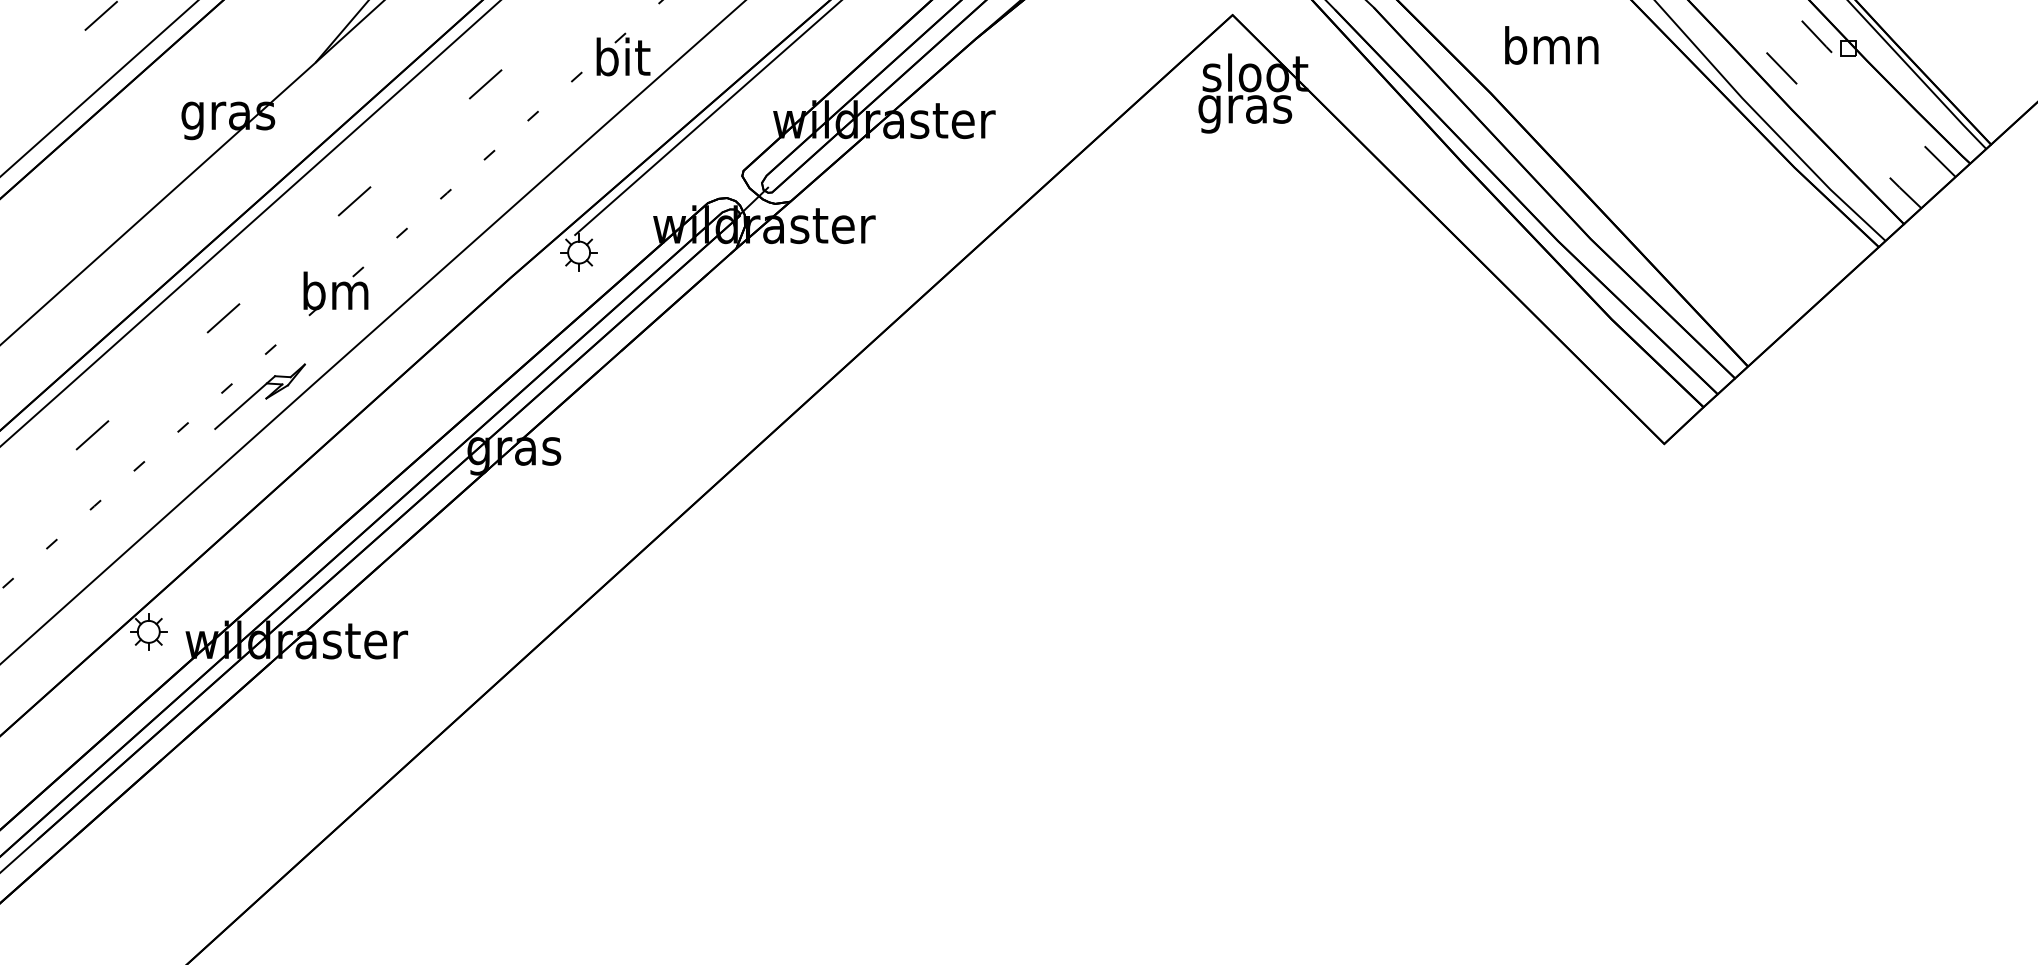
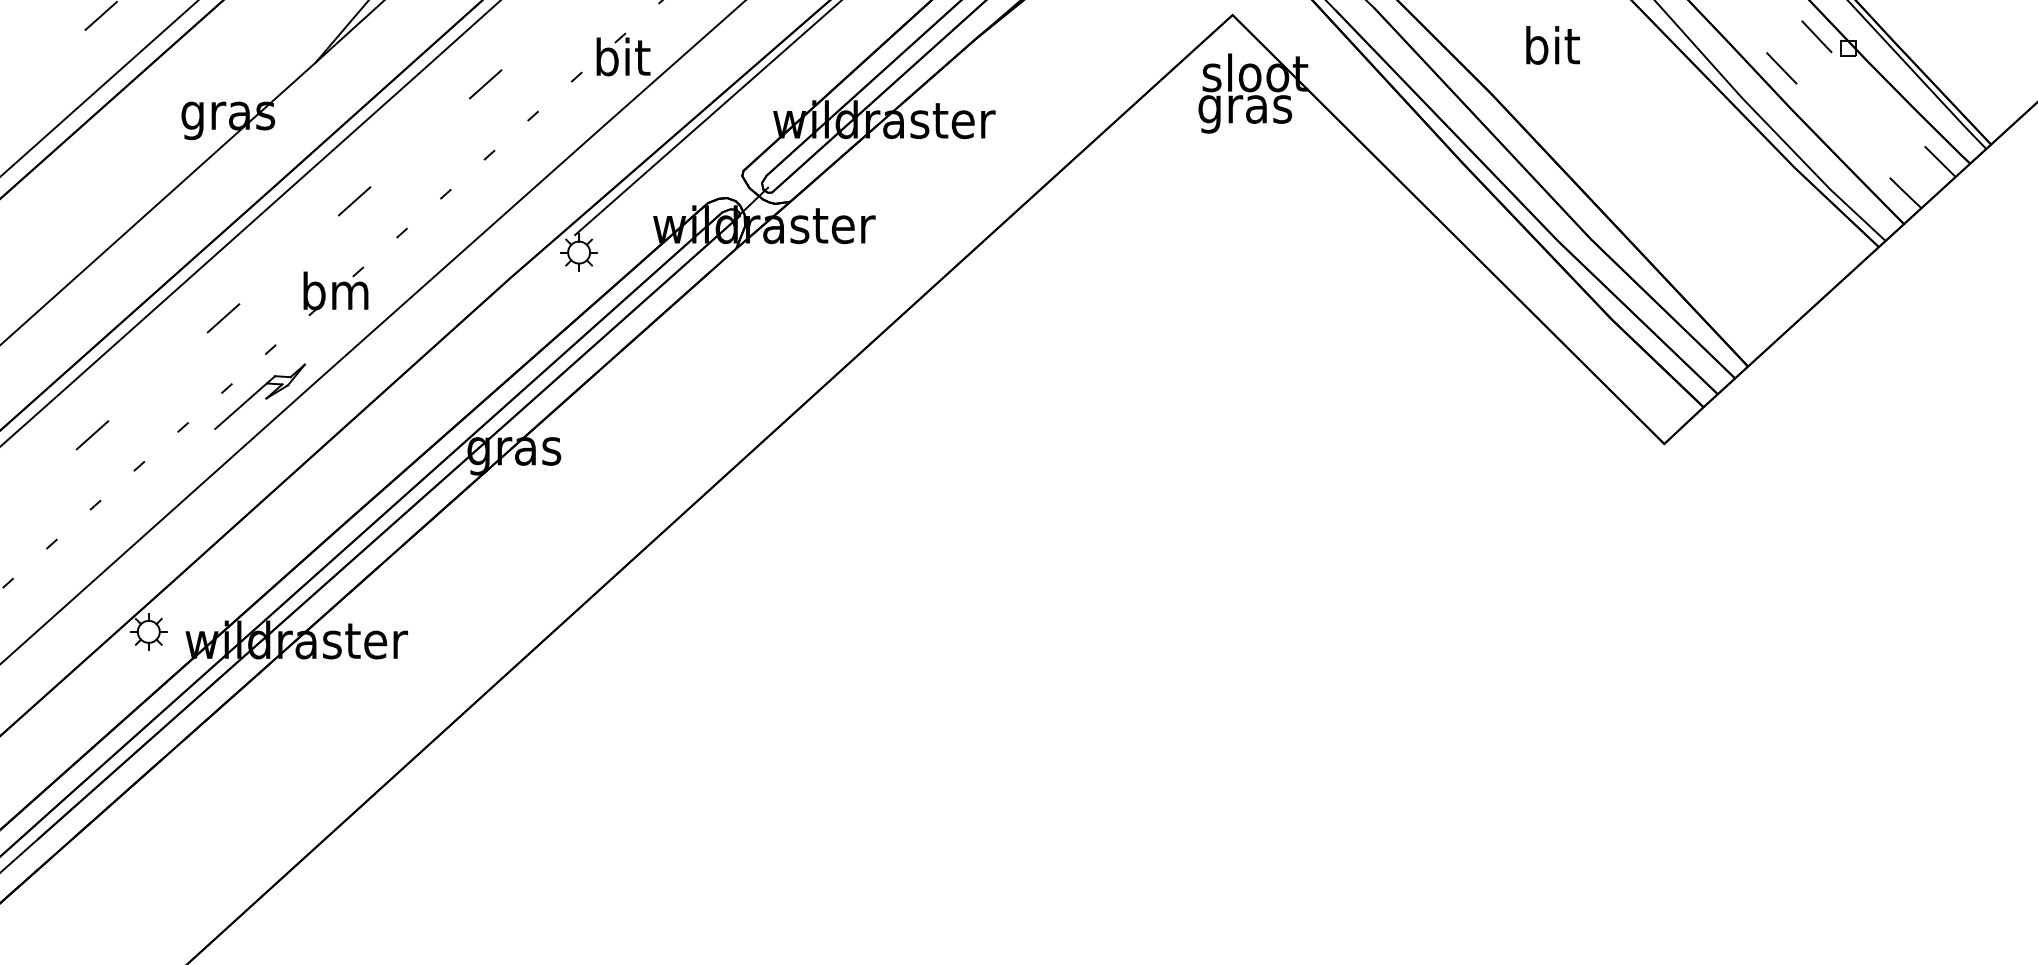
text at (1551, 45): bmn -> bit
